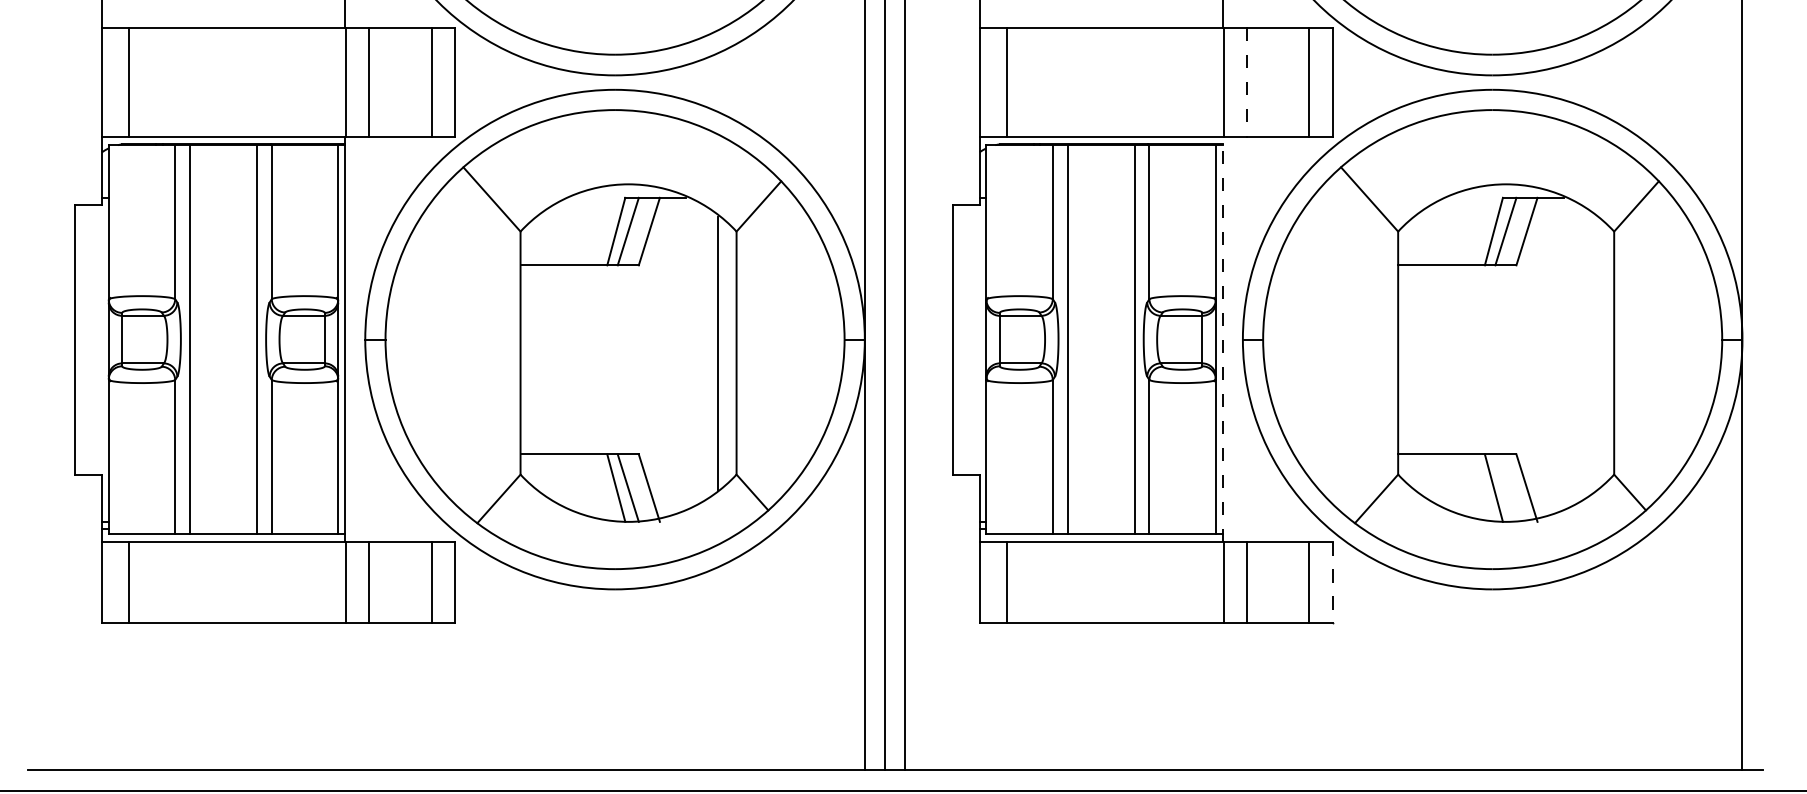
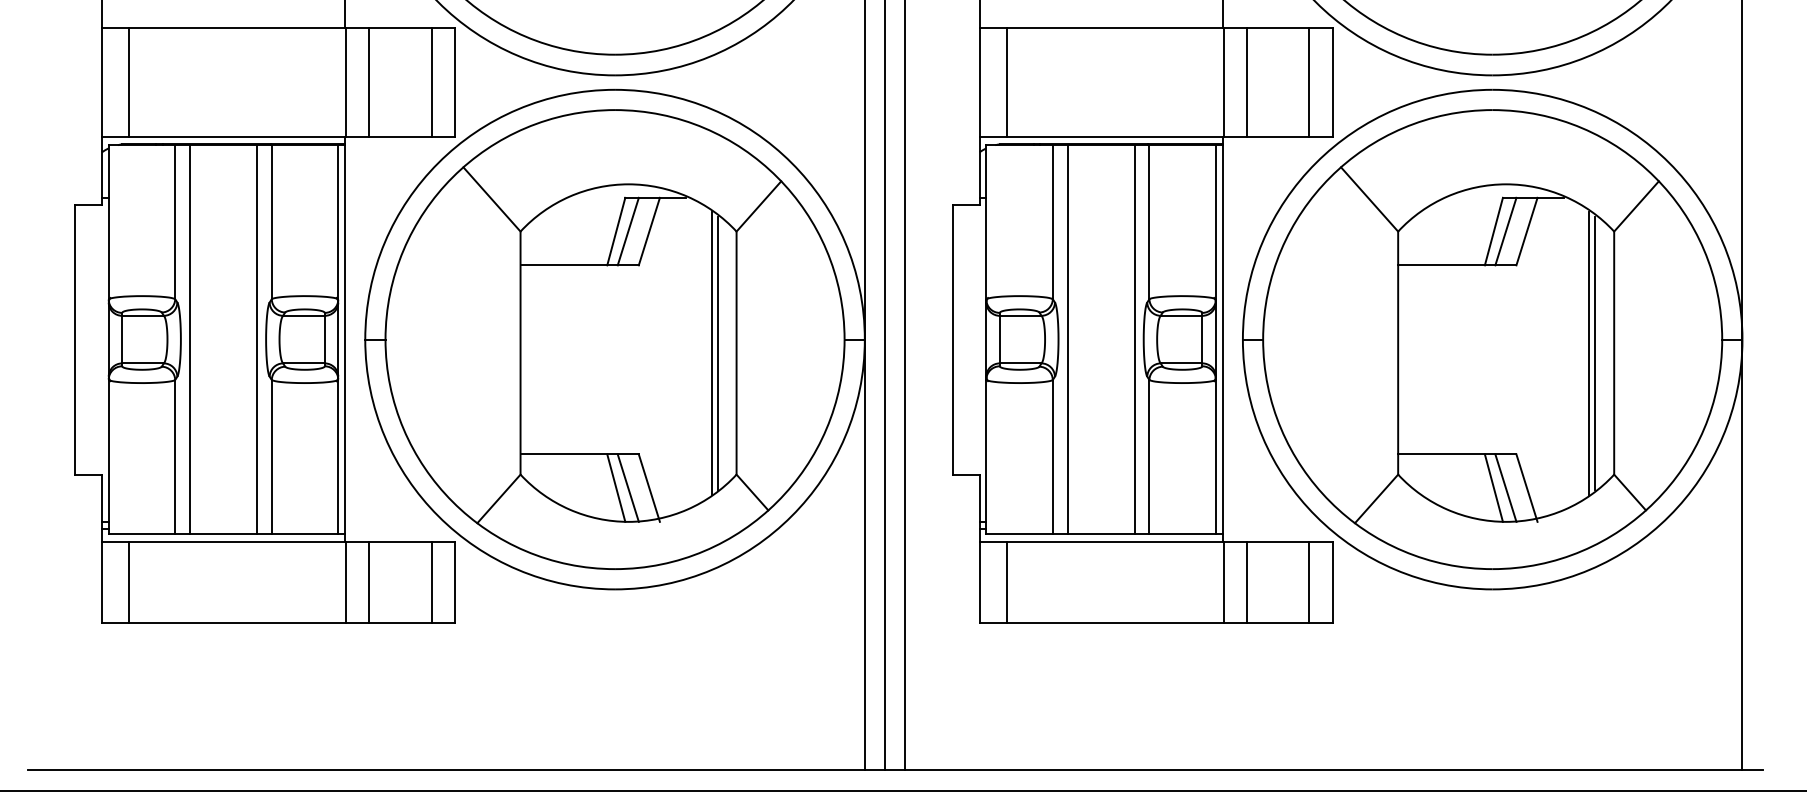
line at (1246, 82): dashed -> solid
line at (1222, 339): dashed -> solid
line at (1595, 352): none -> present
line at (711, 353): none -> present
line at (1589, 353): none -> present
line at (1505, 487): none -> present
line at (1332, 582): dashed -> solid
